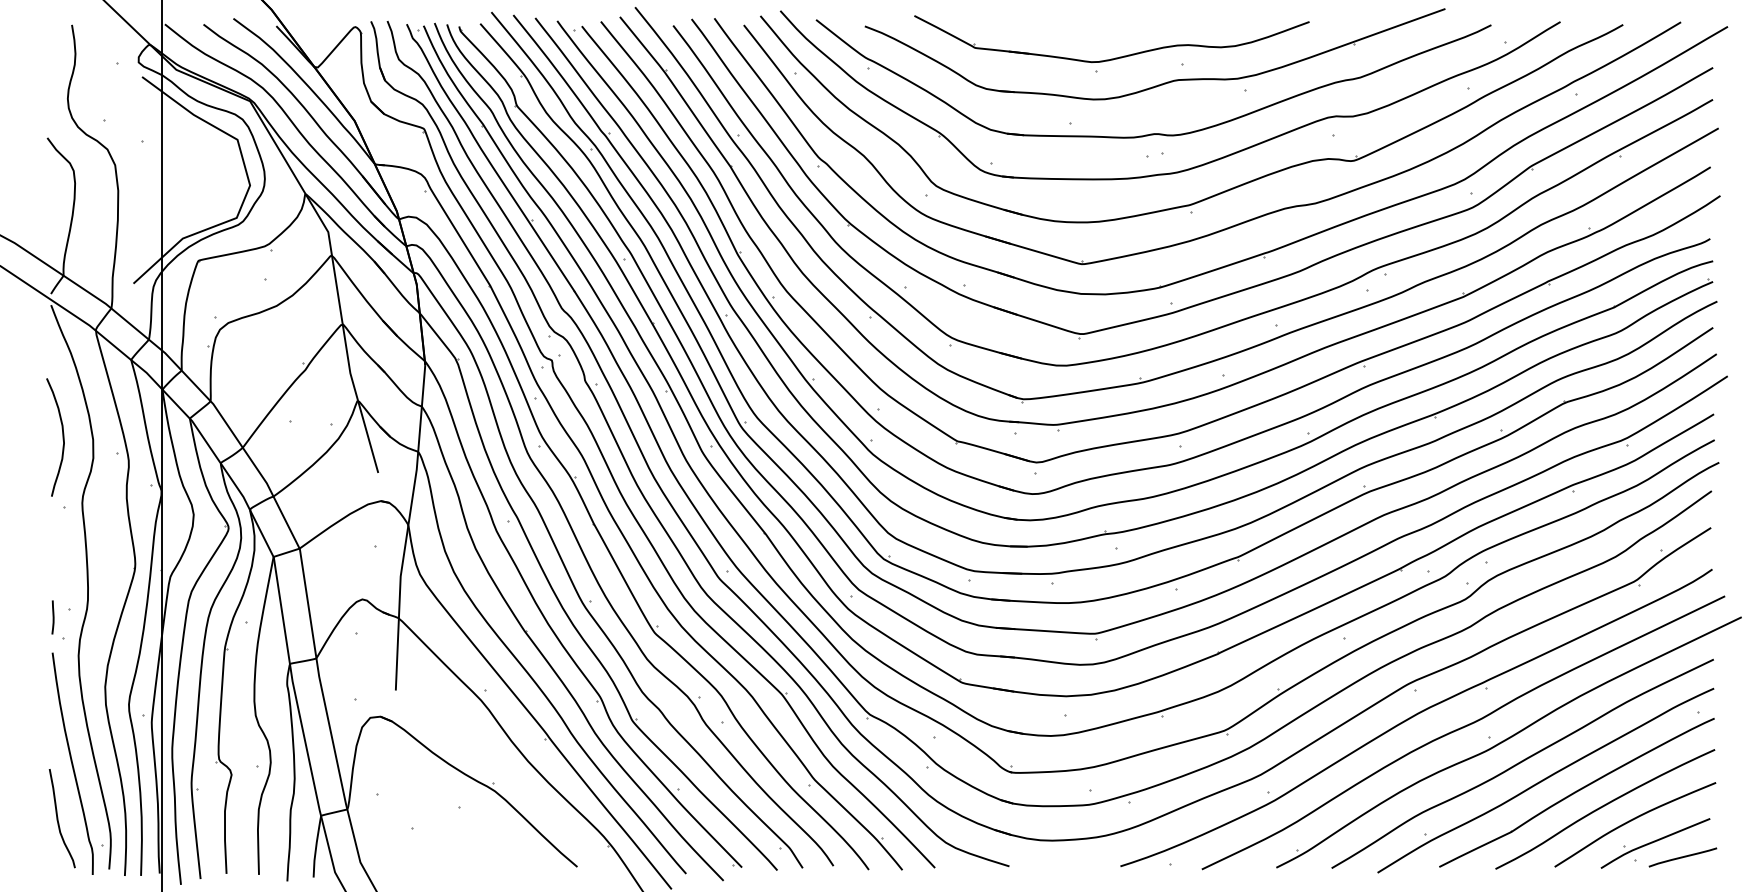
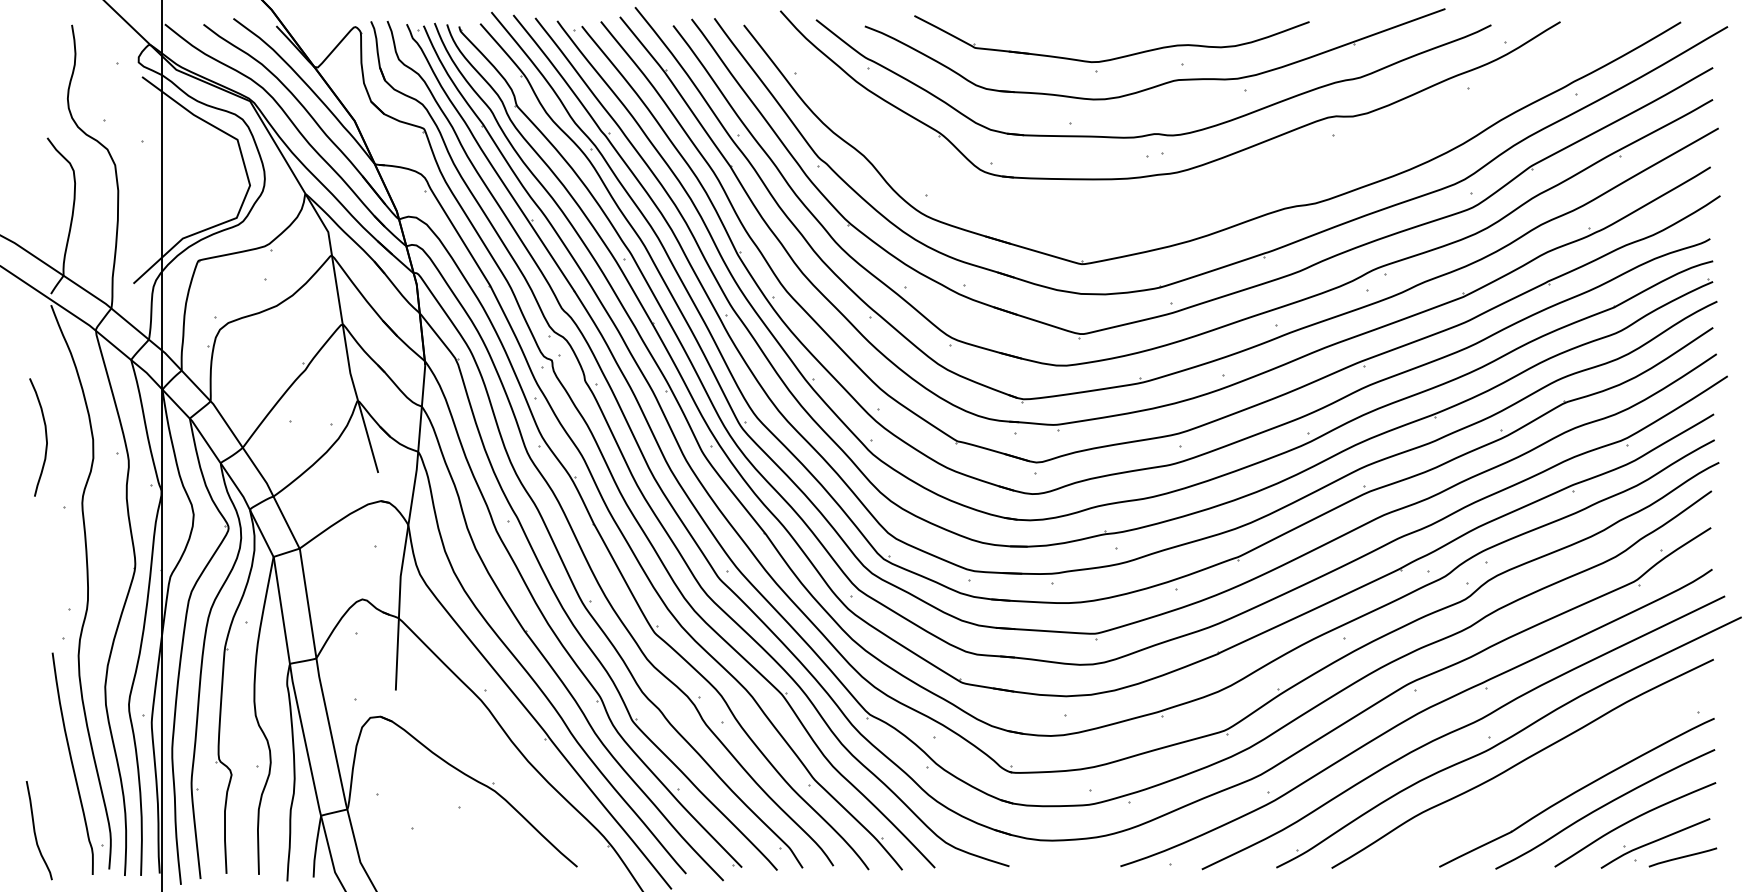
part at (1219, 192): present -> none
curve at (62, 437) position: (62, 437) -> (45, 437)
line at (52, 617): present -> none
part at (1545, 780): present -> none
curve at (58, 818) position: (58, 818) -> (35, 830)
